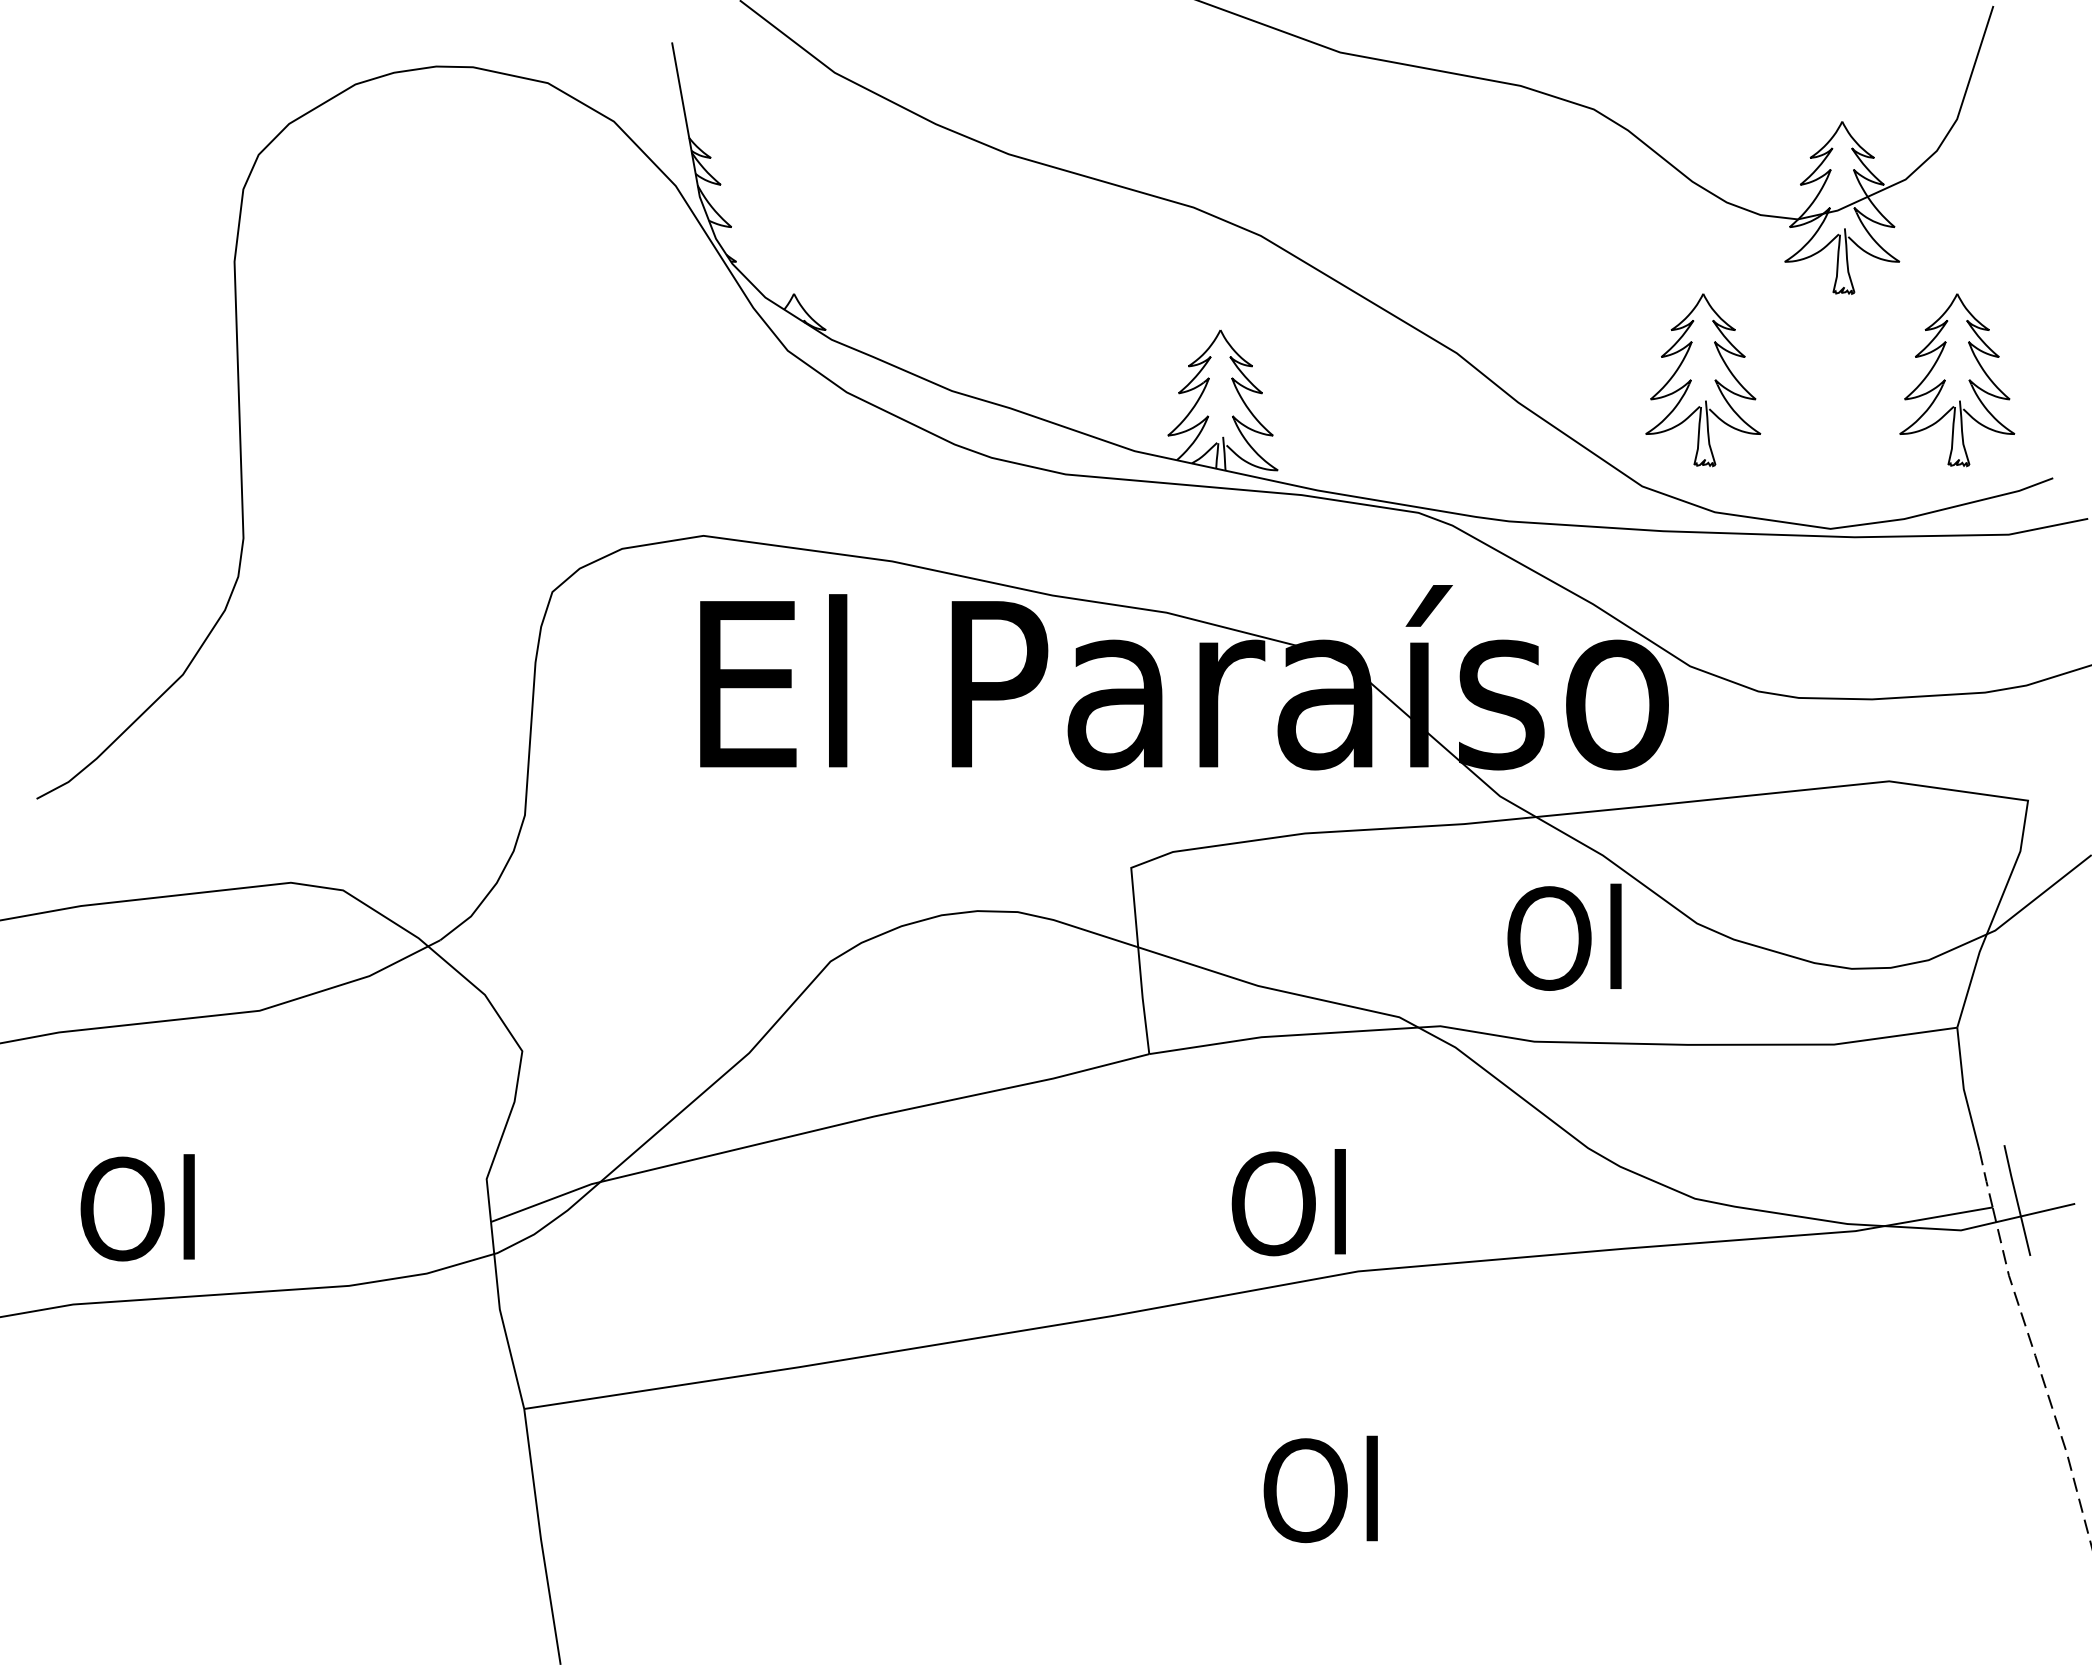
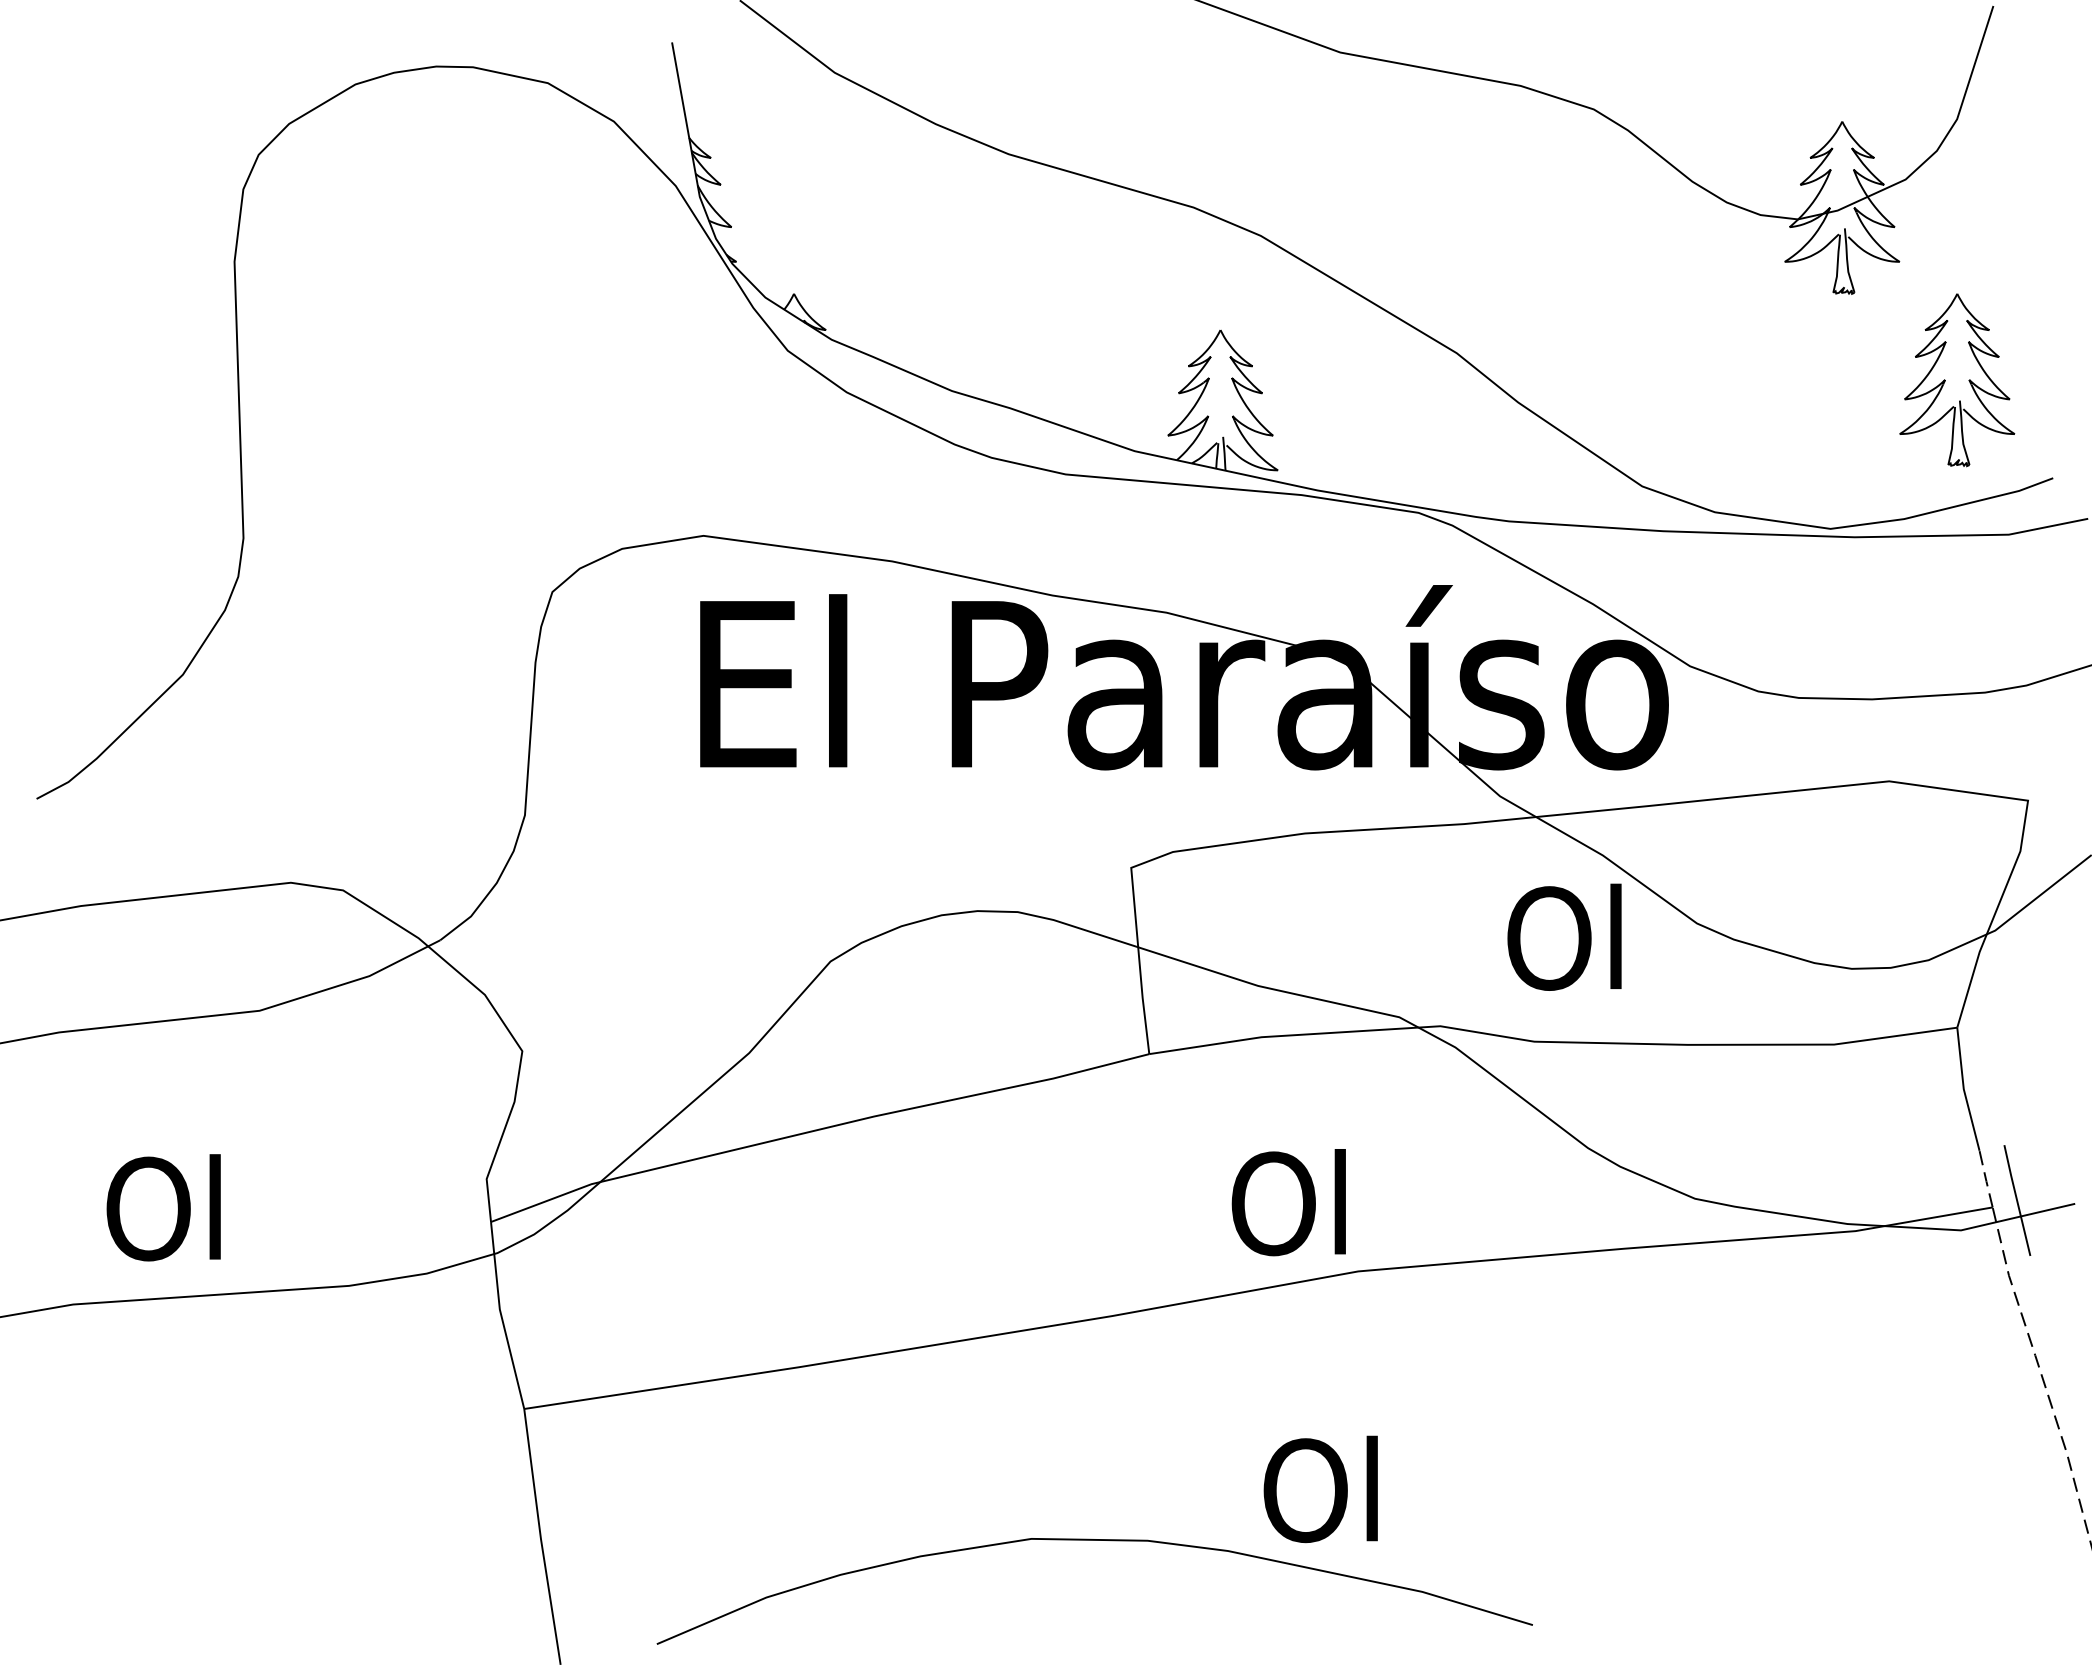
part at (1714, 380): present -> none
text at (137, 1207) position: (137, 1207) -> (163, 1207)
curve at (1094, 1540): none -> present
